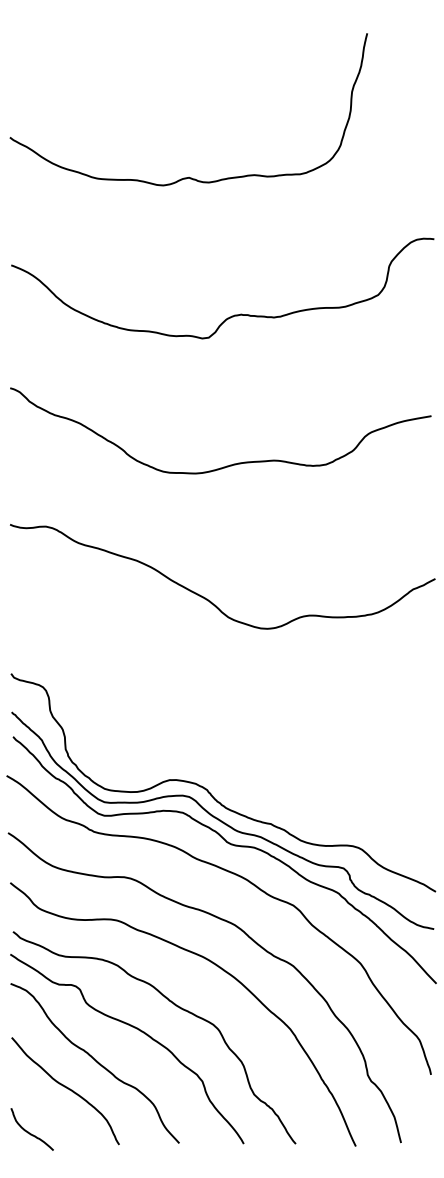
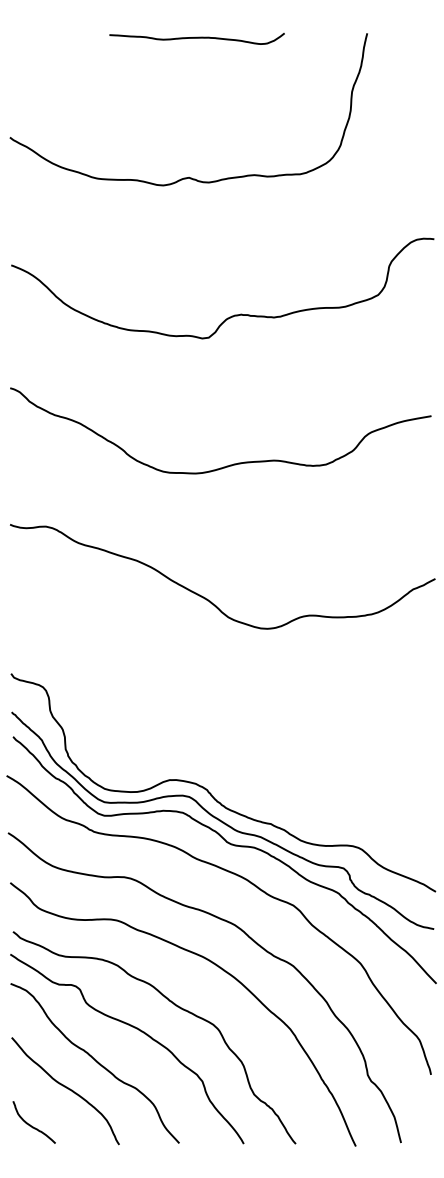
curve at (196, 38): none -> present
curve at (28, 1131) position: (28, 1131) -> (30, 1124)
